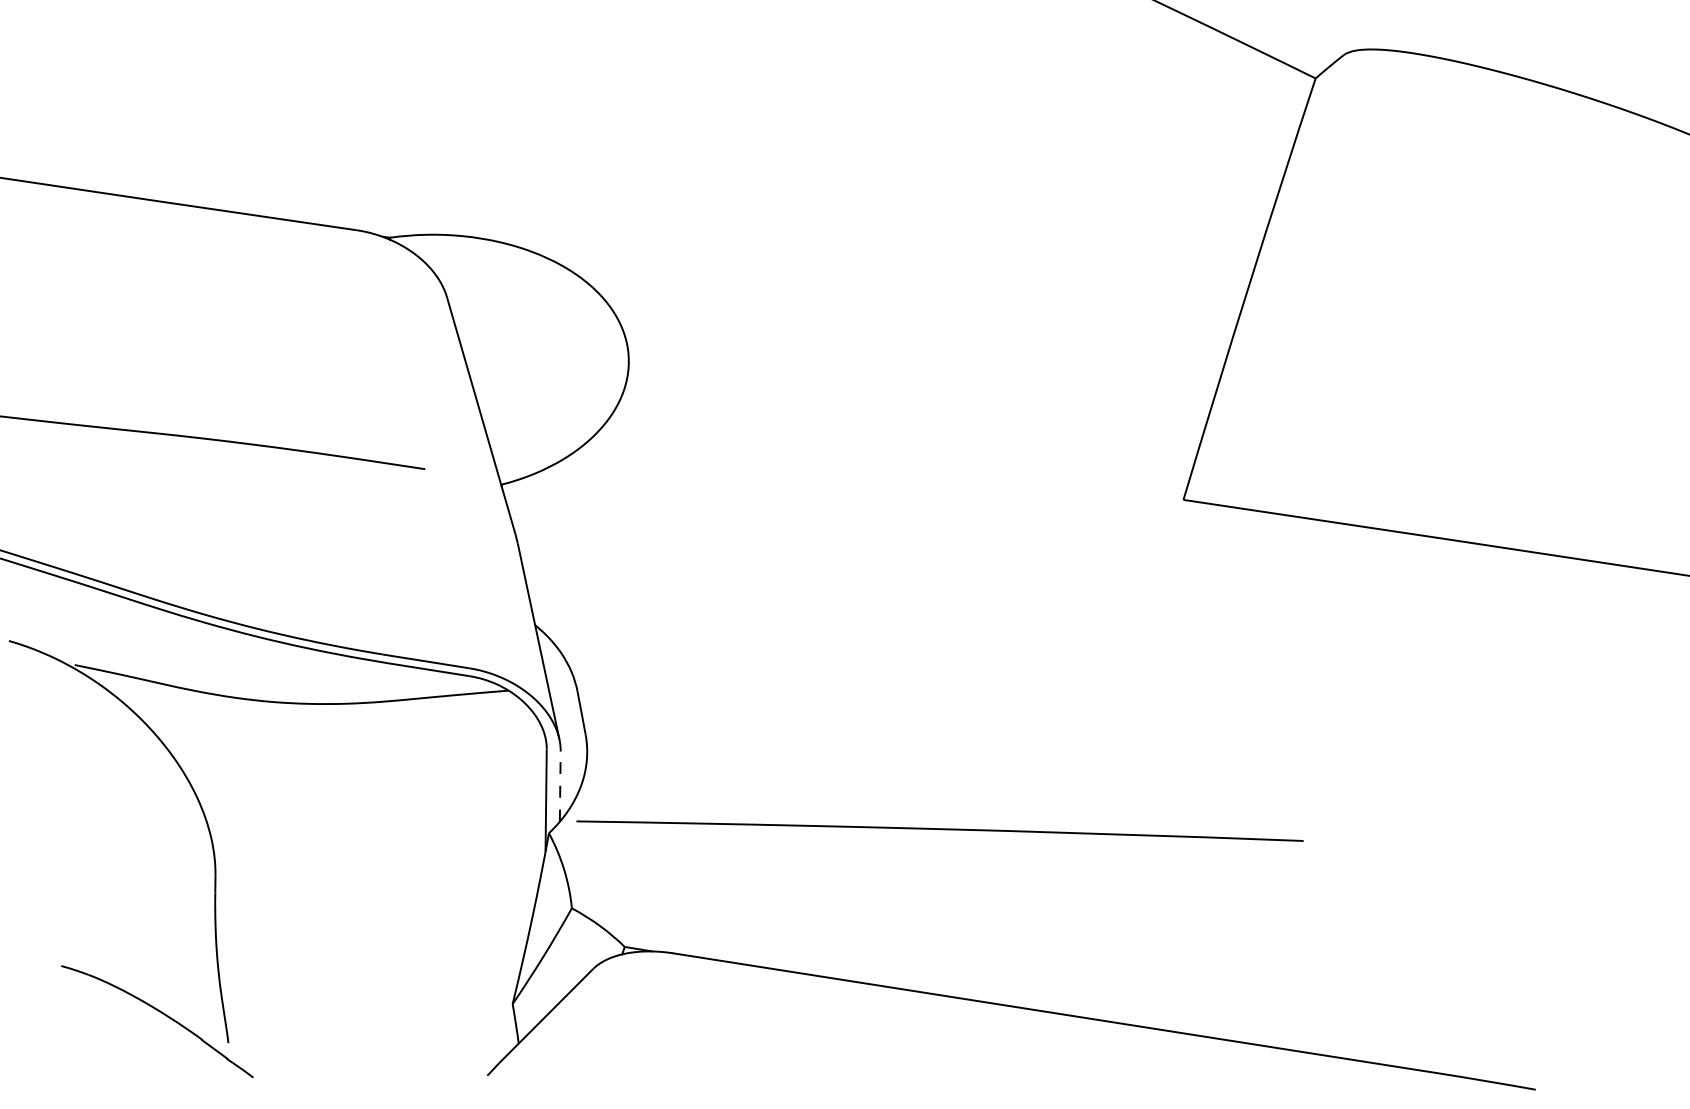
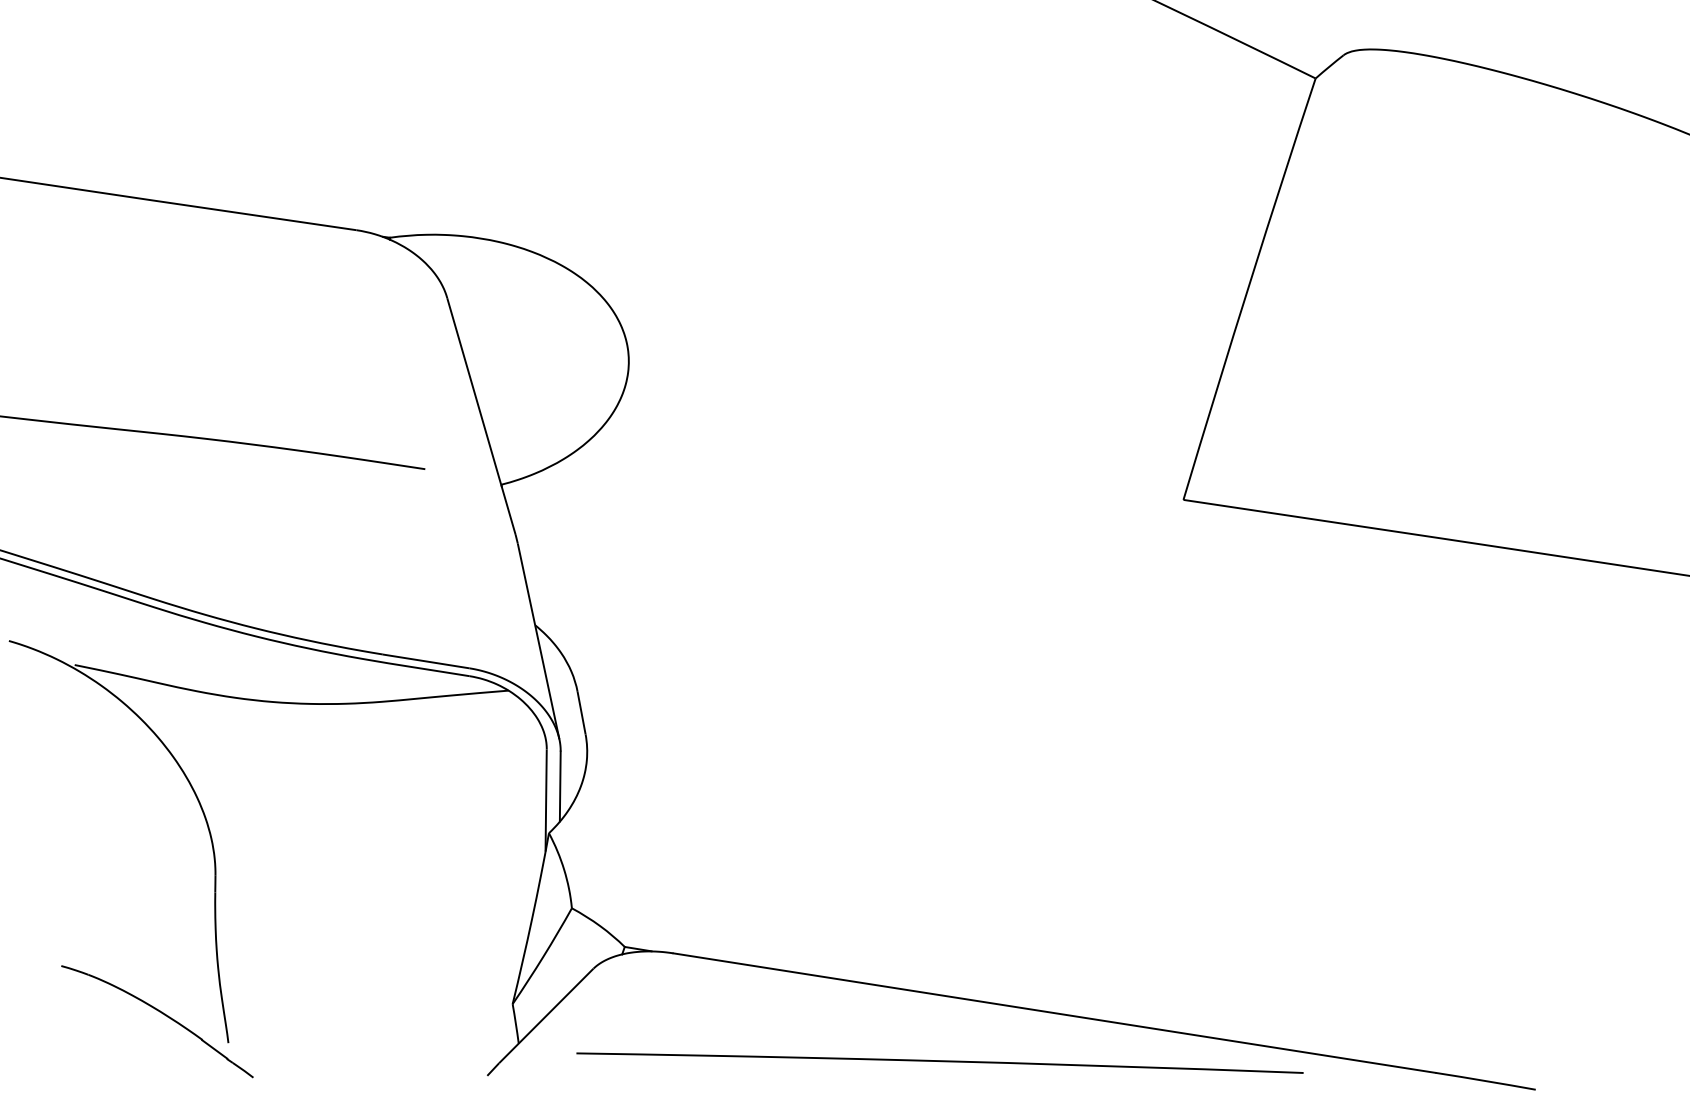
line at (560, 786): dashed -> solid
curve at (939, 829) position: (939, 829) -> (939, 1061)
